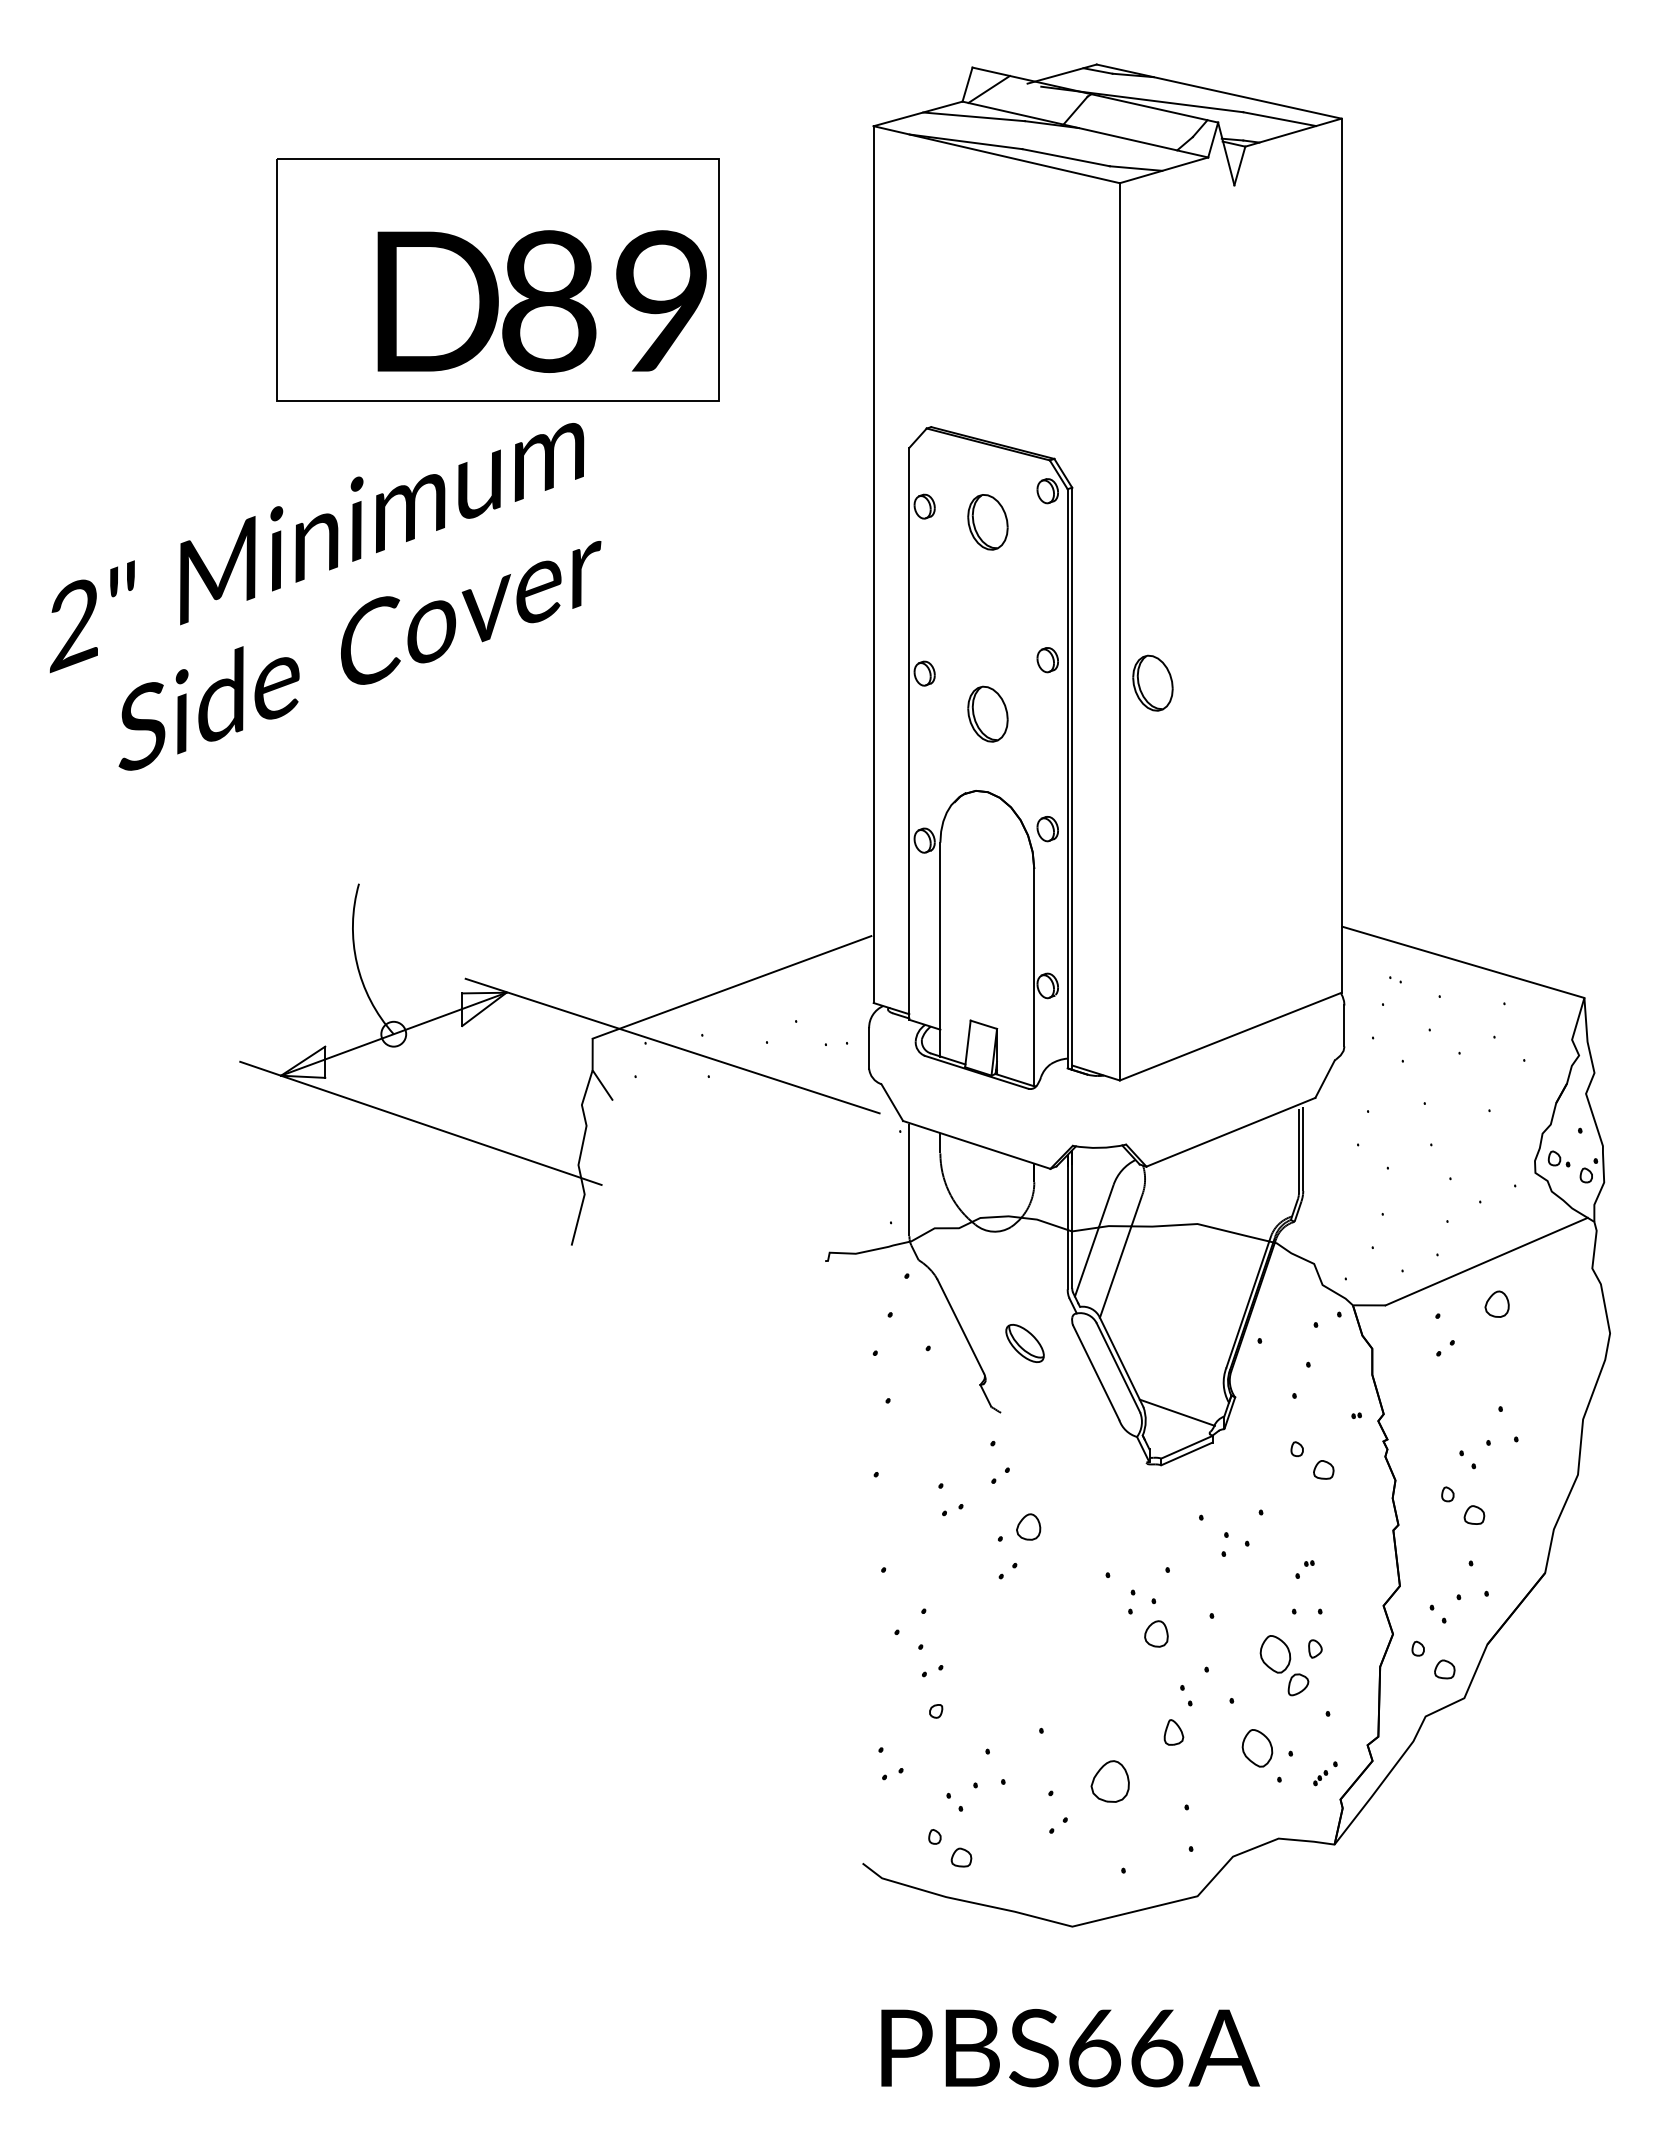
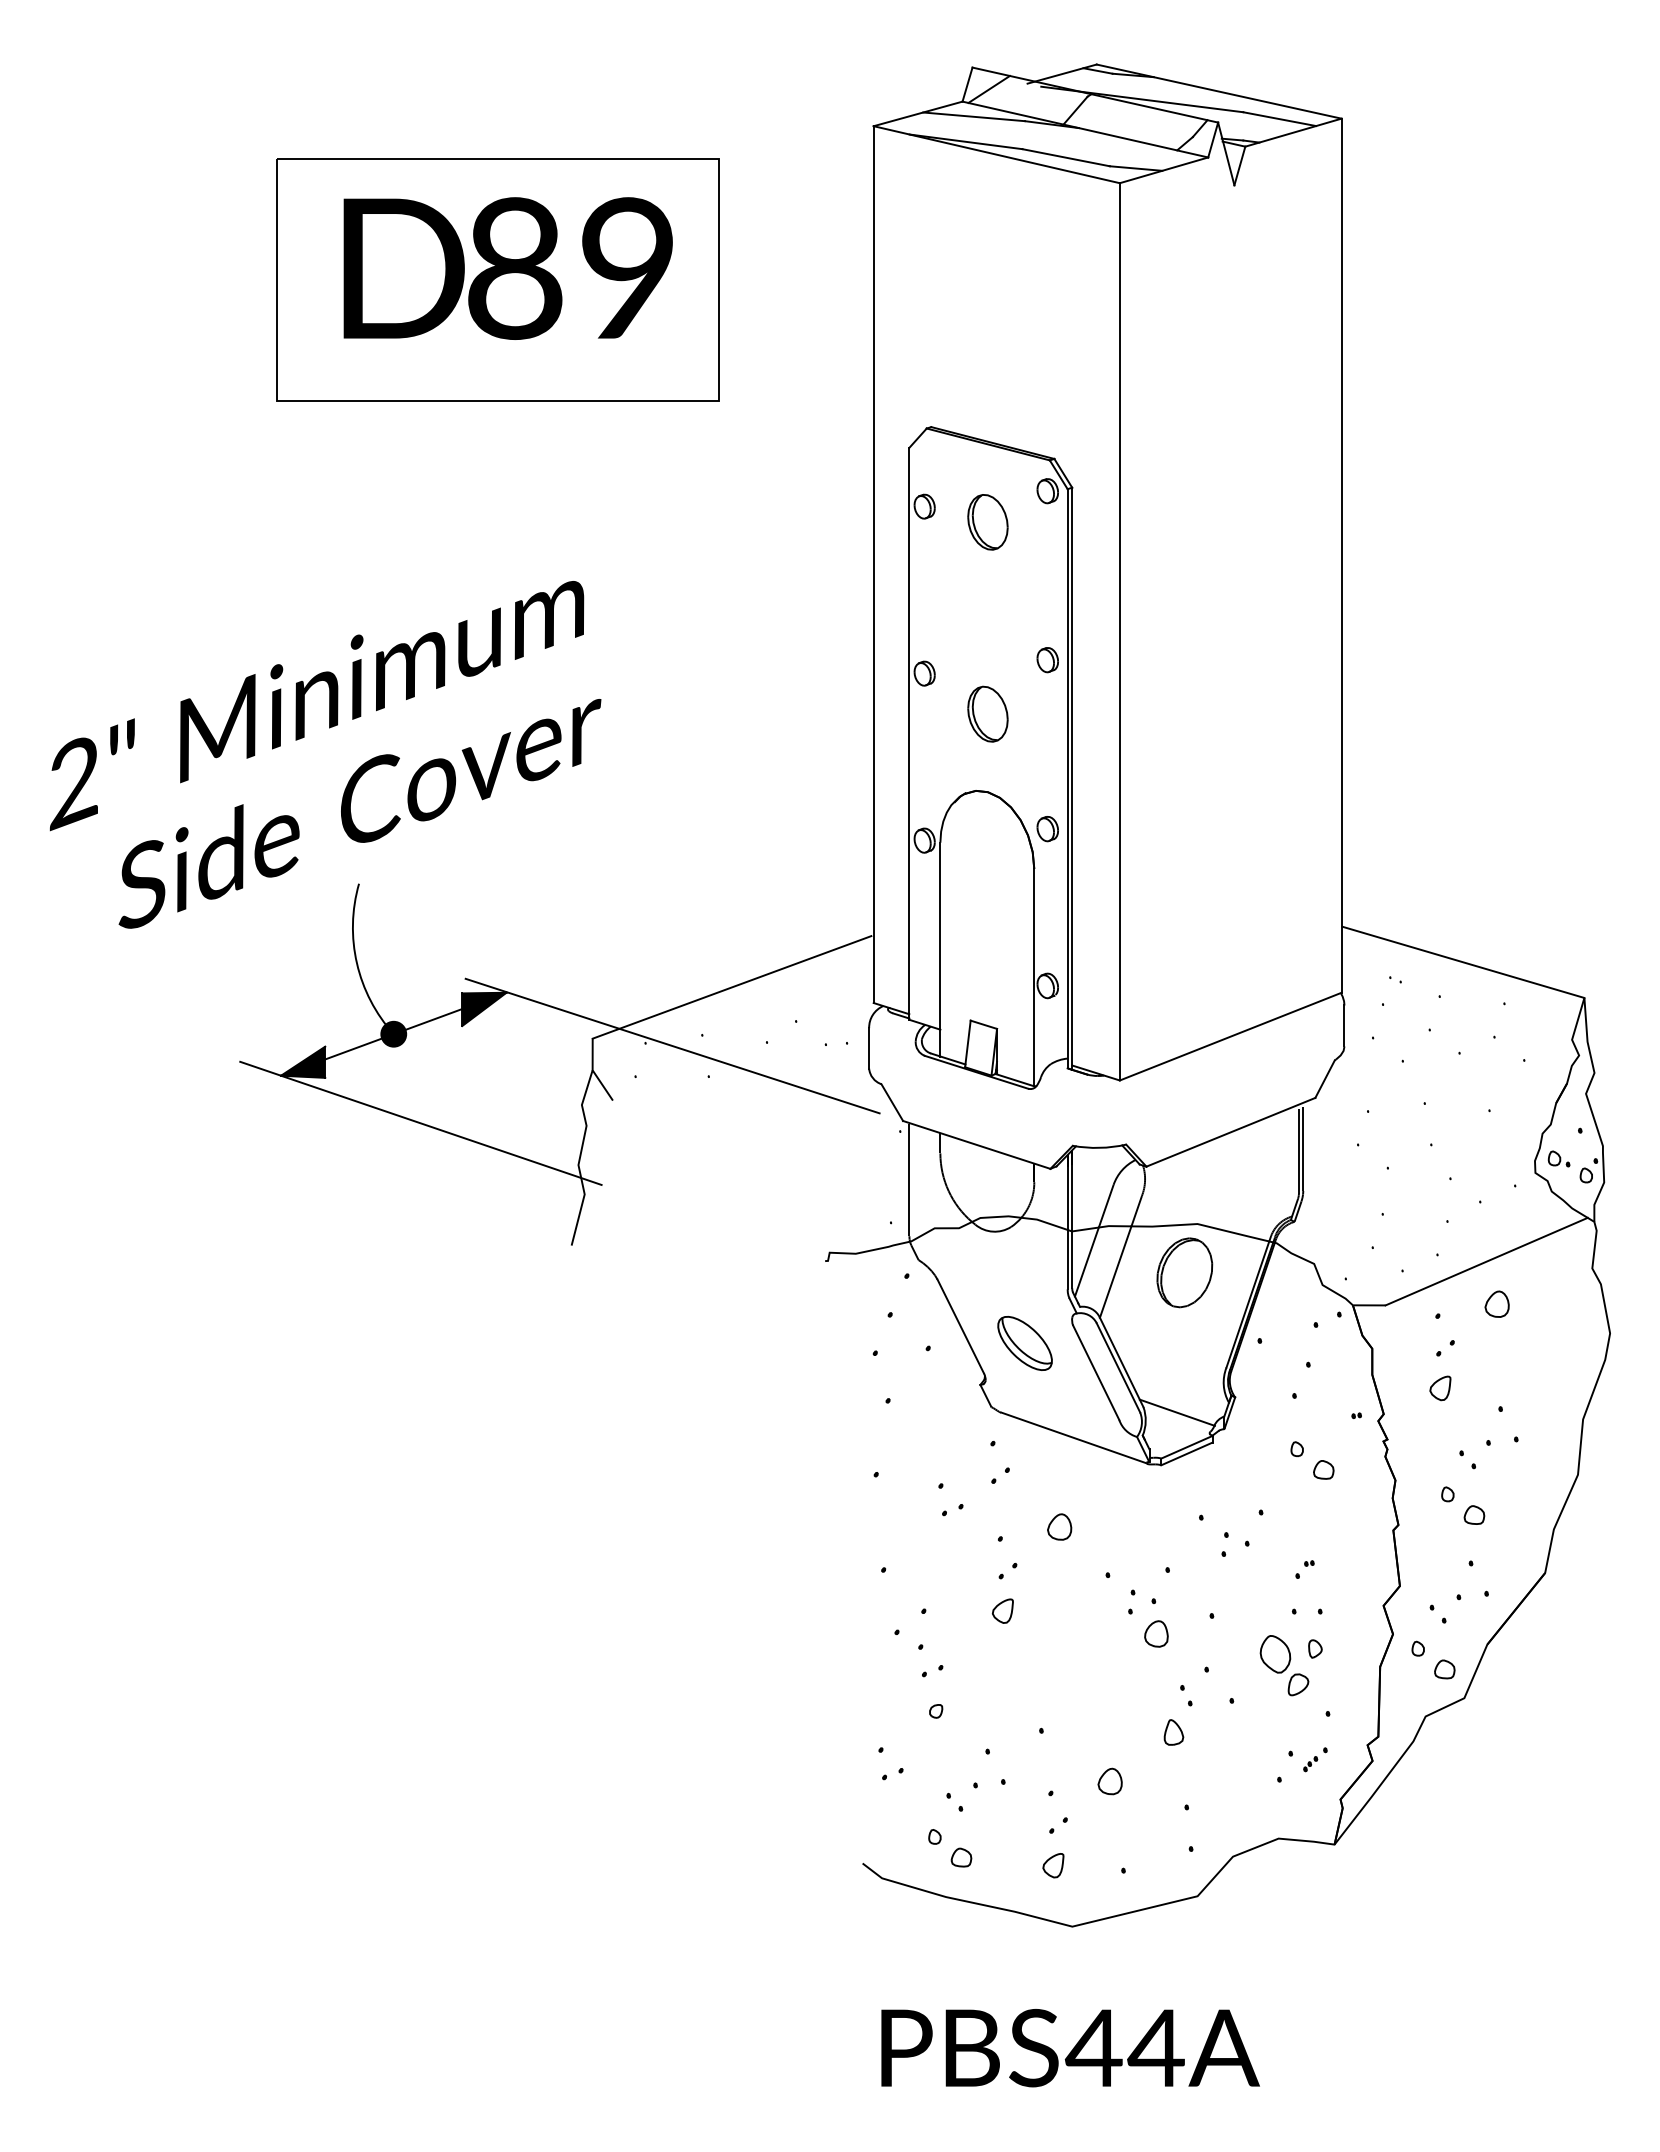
text at (541, 301) position: (541, 301) -> (507, 268)
text at (325, 596) position: (325, 596) -> (325, 754)
part at (1152, 682): present -> none
fill at (484, 1009): none -> present
fill at (393, 1033): none -> present
fill at (303, 1061): none -> present
part at (1184, 1272): none -> present
part at (1024, 1343) size: 40x39 px -> 56x55 px
part at (1440, 1388): none -> present
line at (1074, 1437): none -> present
part at (1028, 1526) position: (1028, 1526) -> (1059, 1526)
part at (1002, 1610): none -> present
part at (1257, 1748): present -> none
part at (1325, 1773) position: (1325, 1773) -> (1315, 1759)
part at (1109, 1781) size: 40x43 px -> 26x29 px
part at (1053, 1865): none -> present
text at (1124, 2048): PBS66A -> PBS44A
